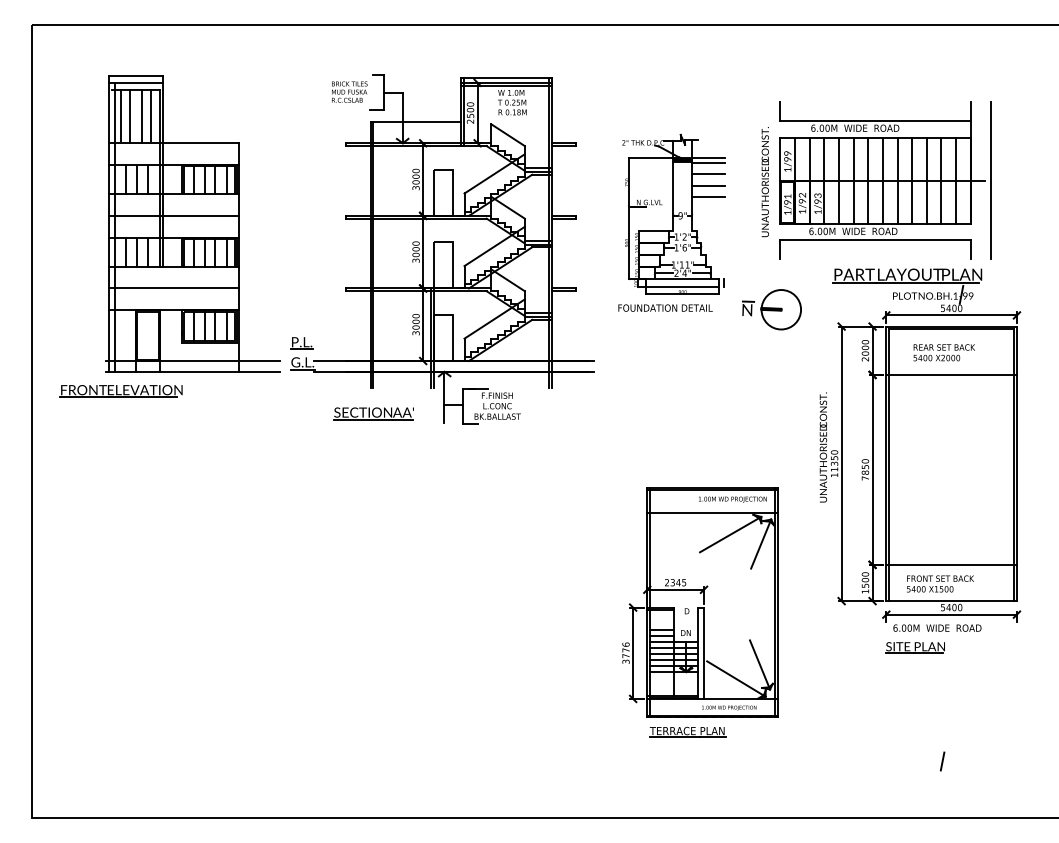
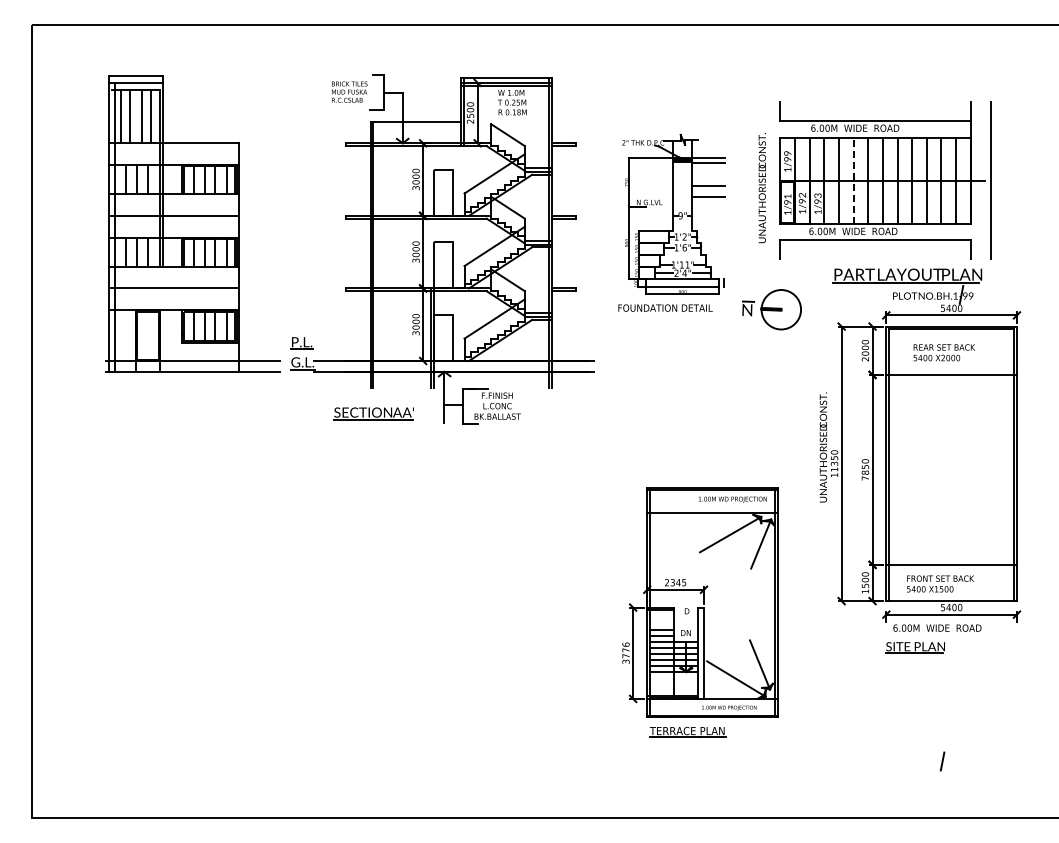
line at (708, 174): present -> none
line at (853, 180): solid -> dashed
text at (764, 182) position: (764, 182) -> (761, 188)
part at (120, 391): present -> none
